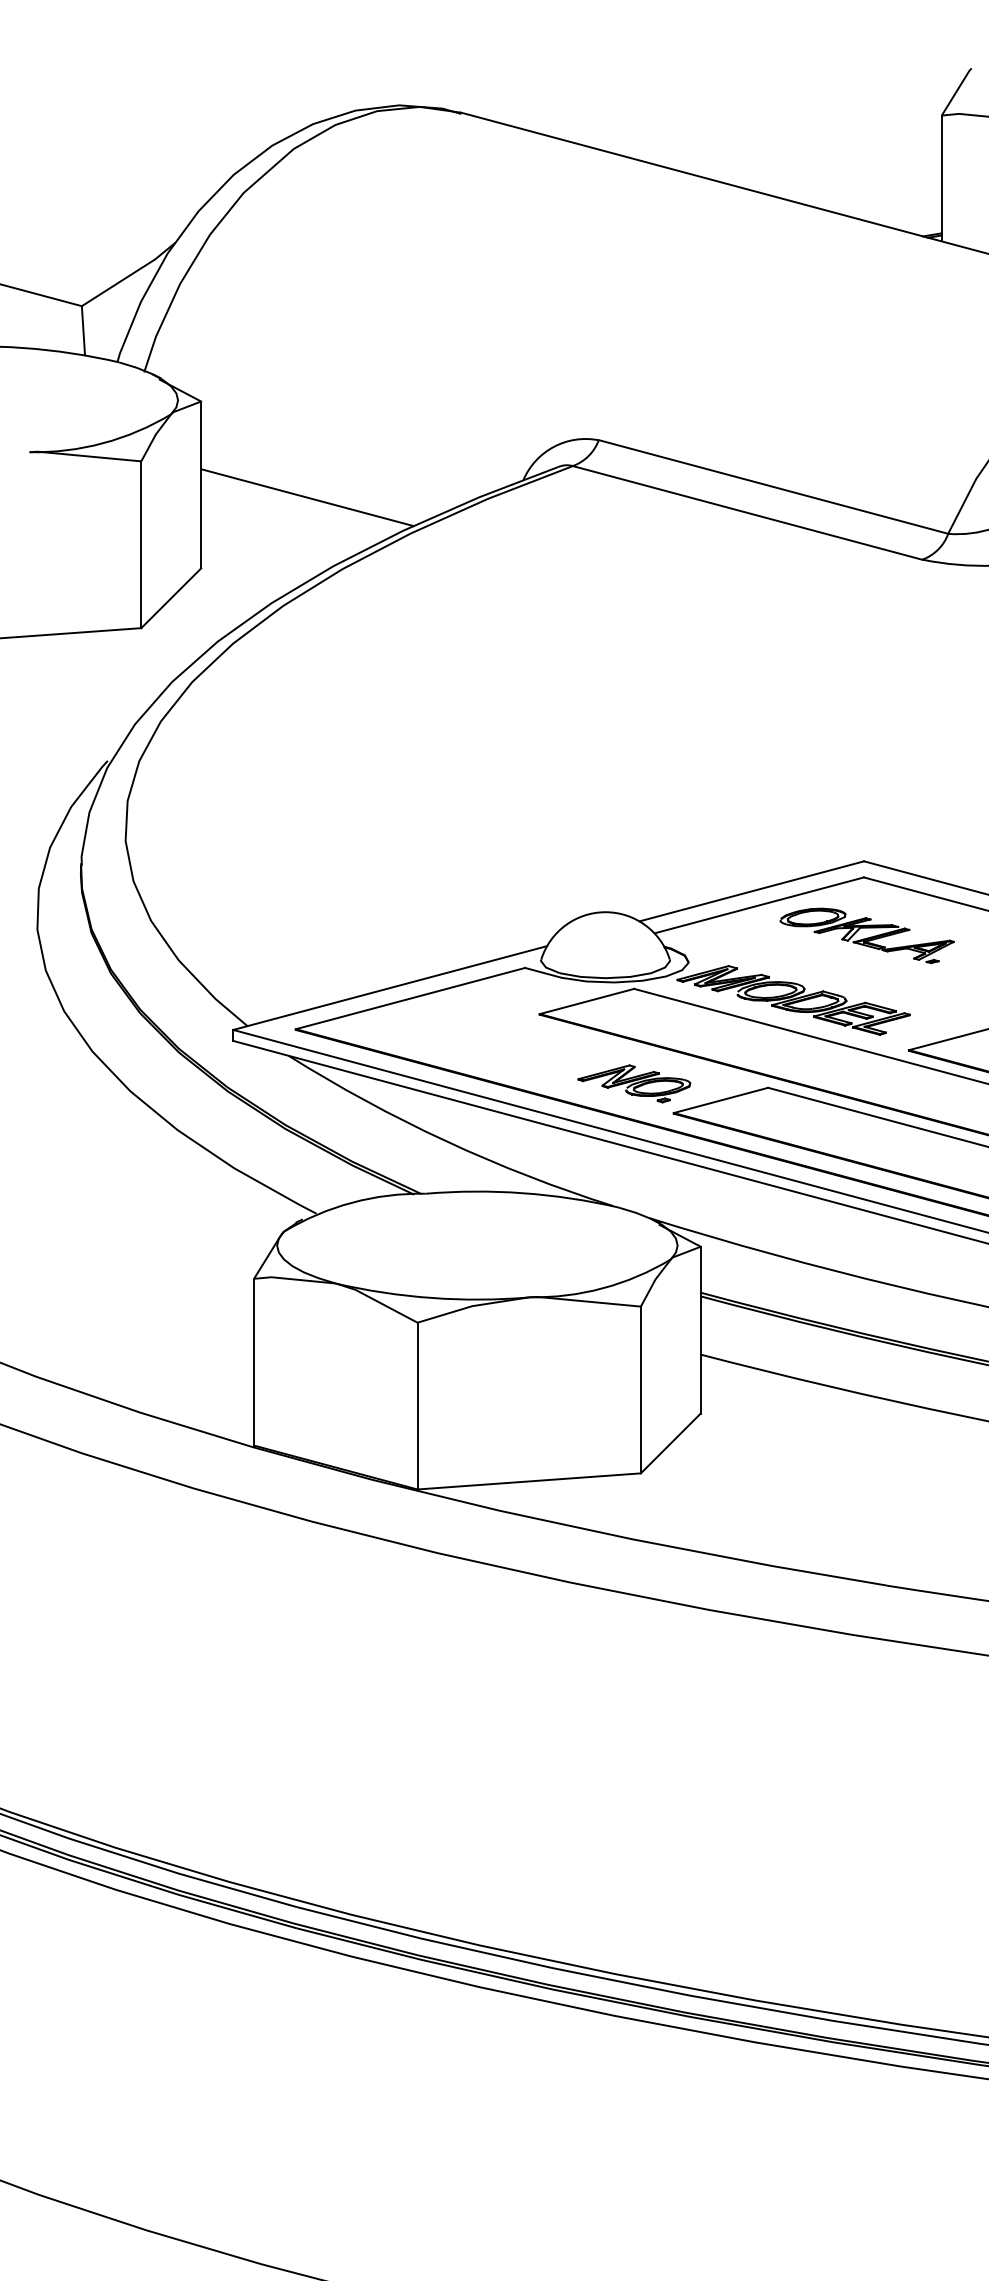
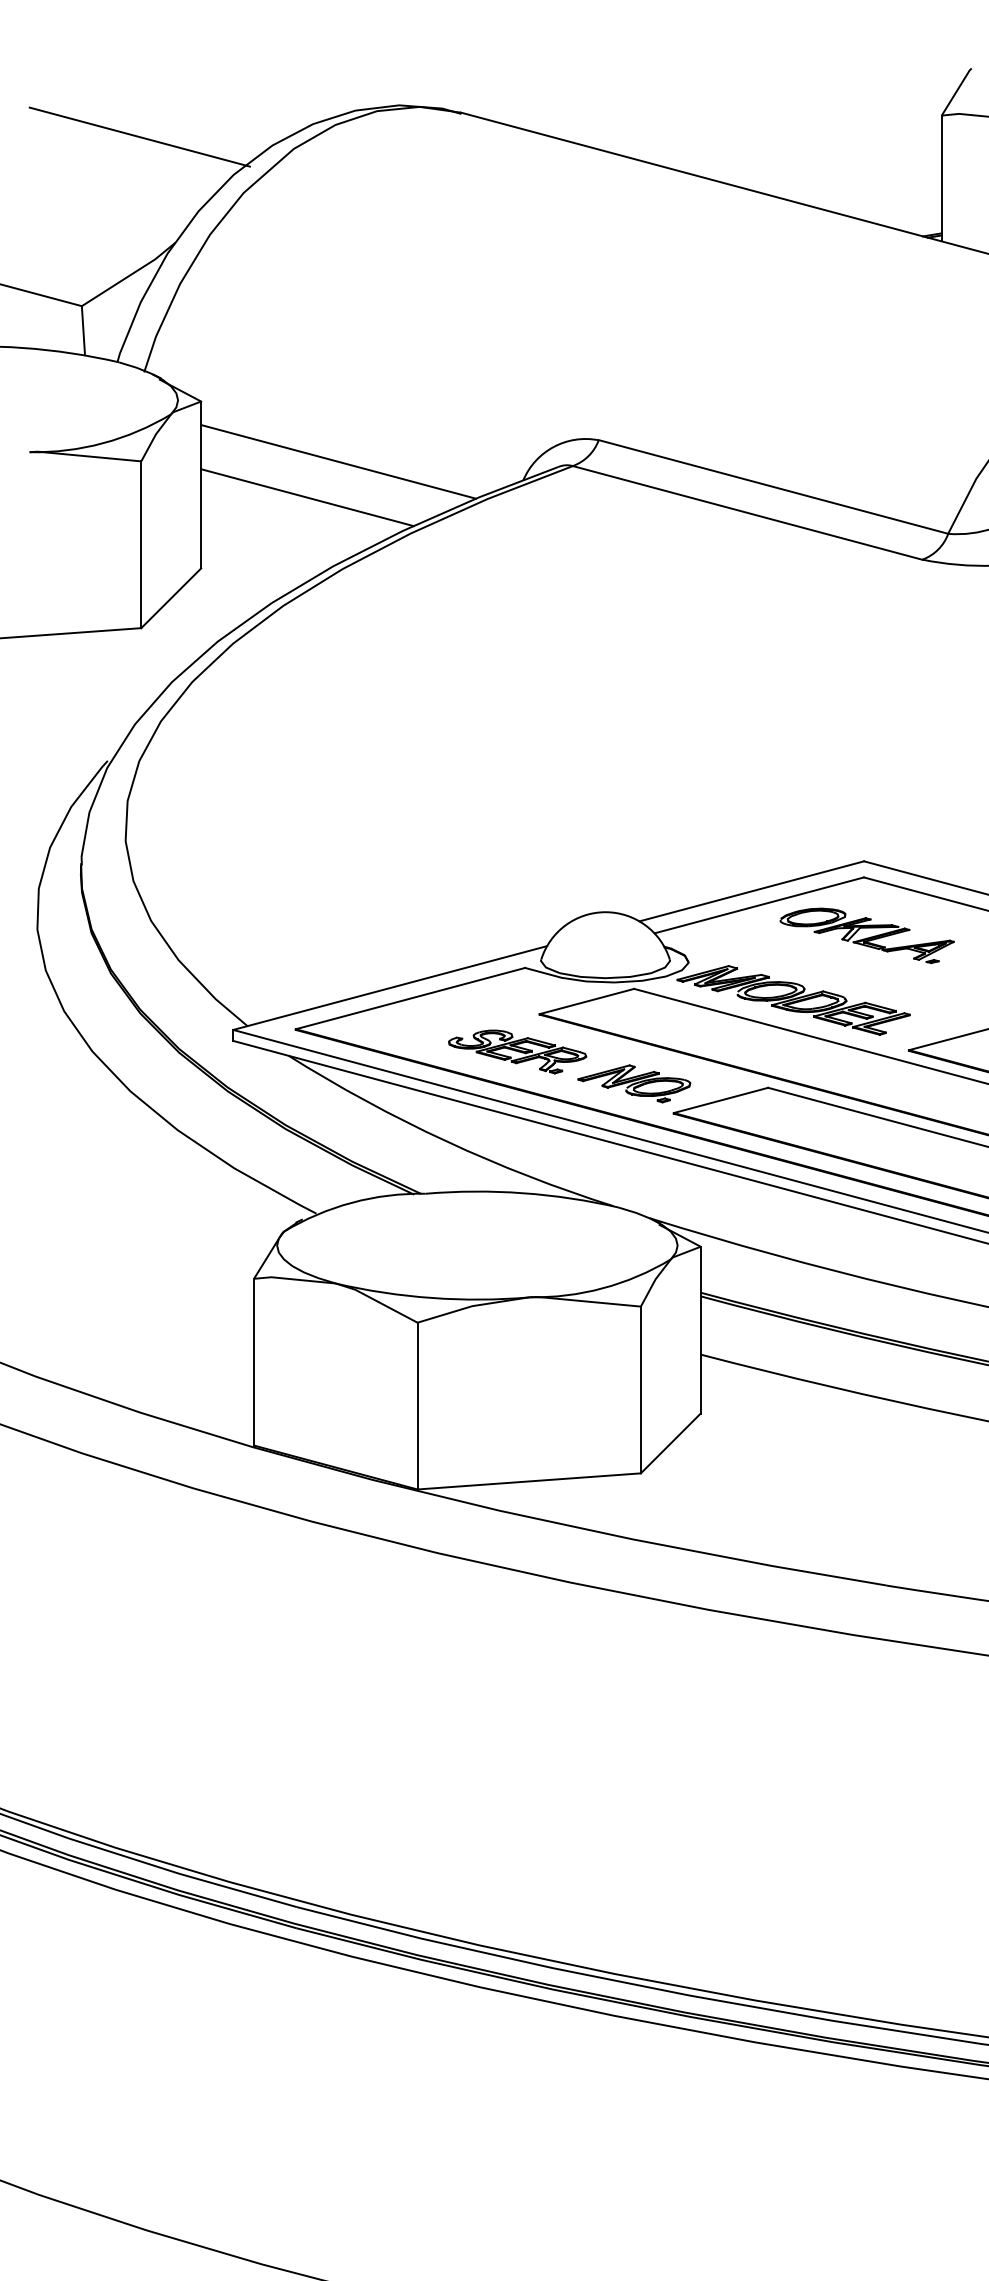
line at (139, 136): none -> present
line at (338, 461): none -> present
part at (517, 1051): none -> present
